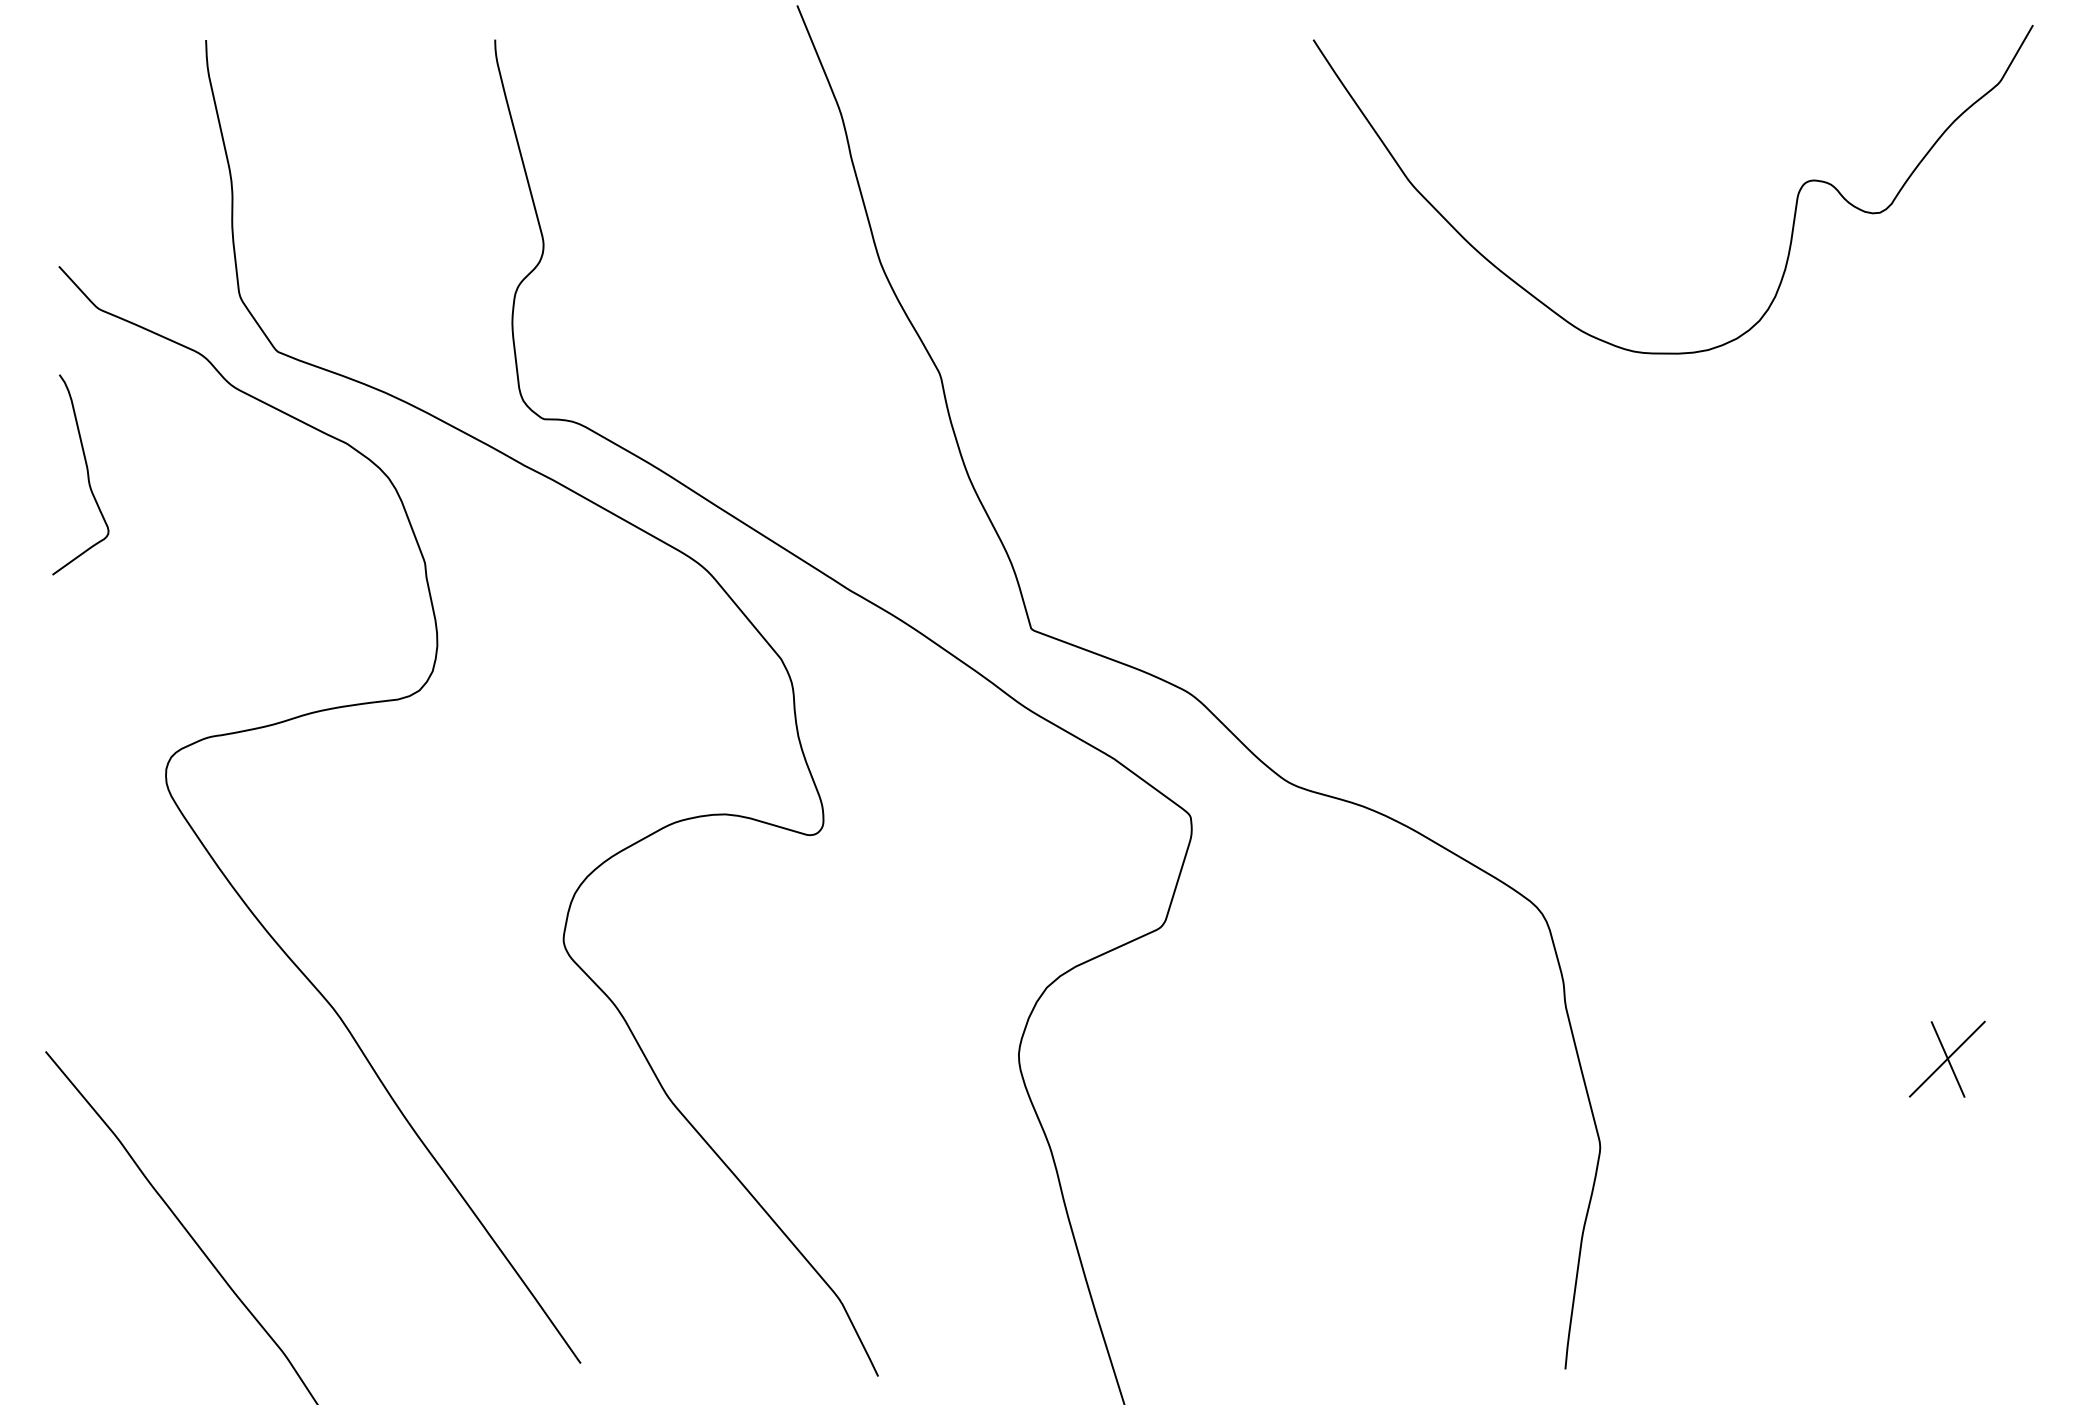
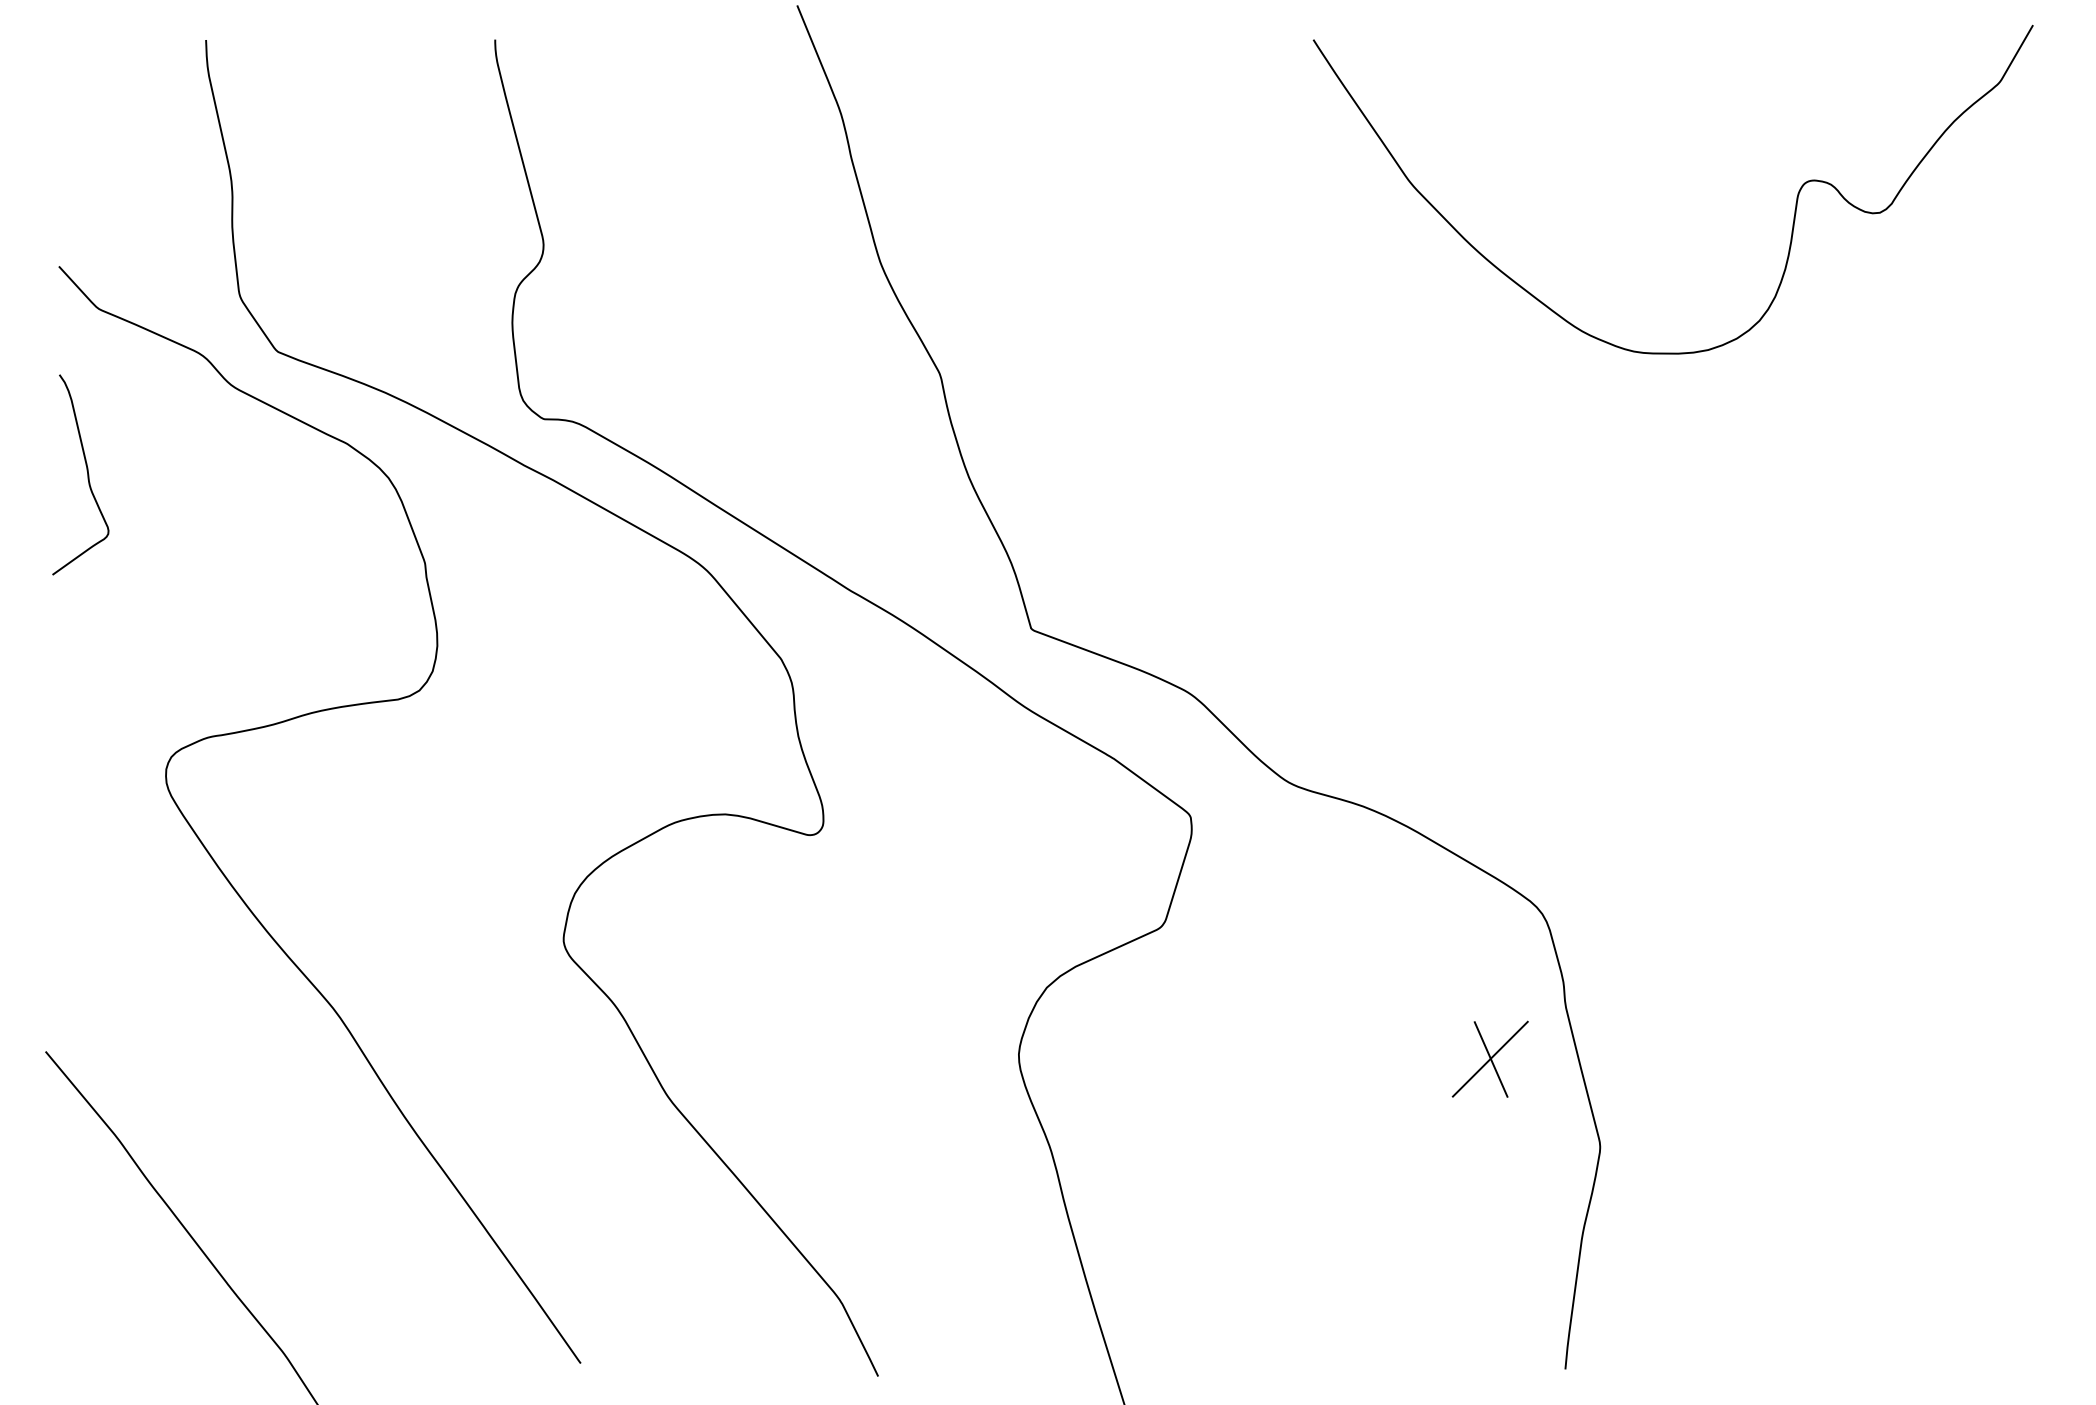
part at (1946, 1058) position: (1946, 1058) -> (1489, 1058)
